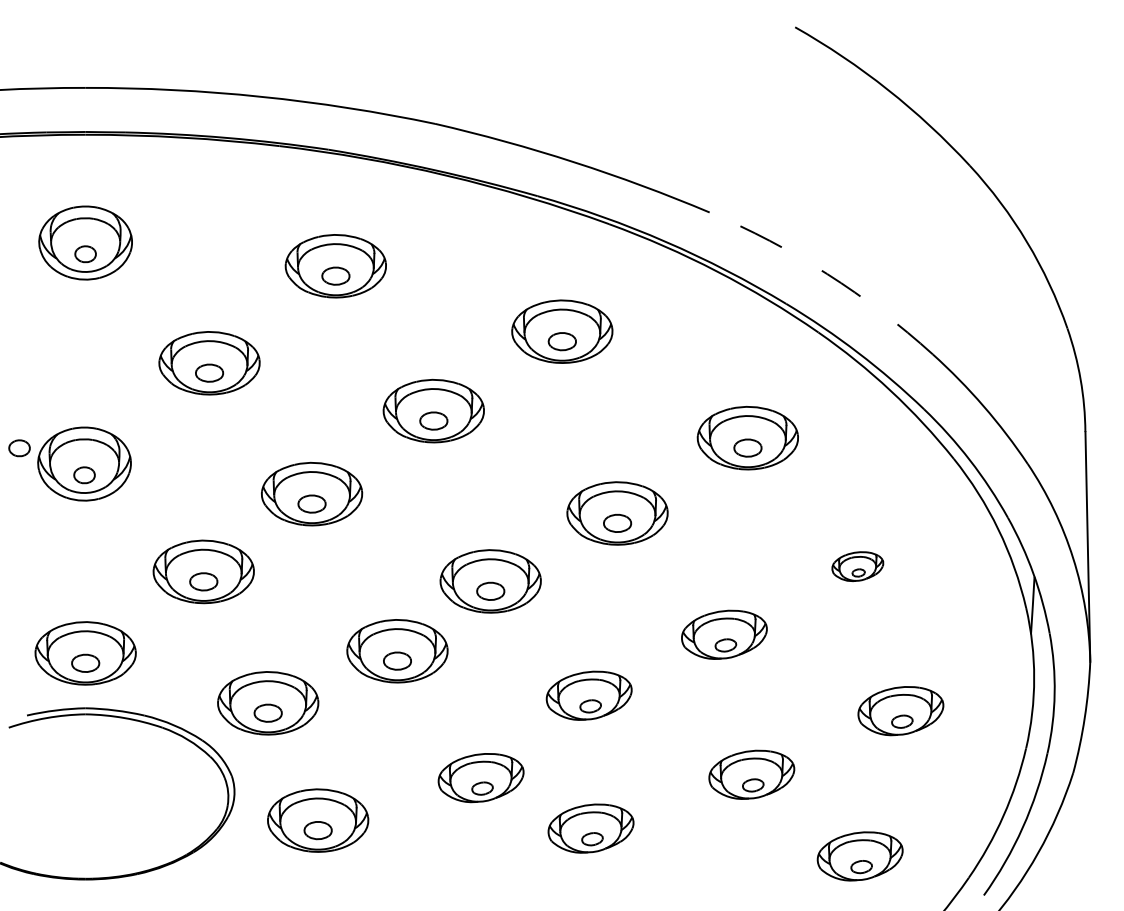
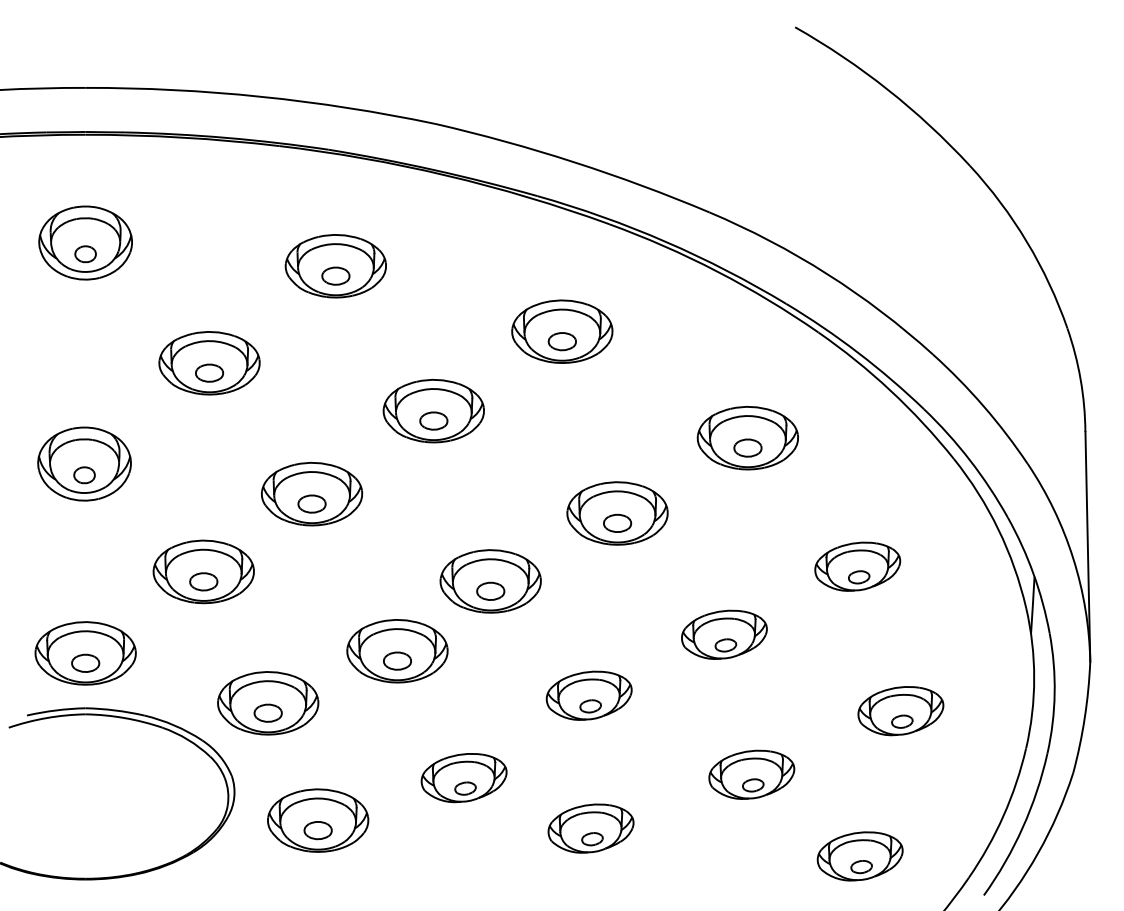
arc at (827, 274): dashed -> solid
part at (19, 448): present -> none
part at (857, 566) size: 54x31 px -> 88x51 px
part at (480, 778) position: (480, 778) -> (463, 778)
